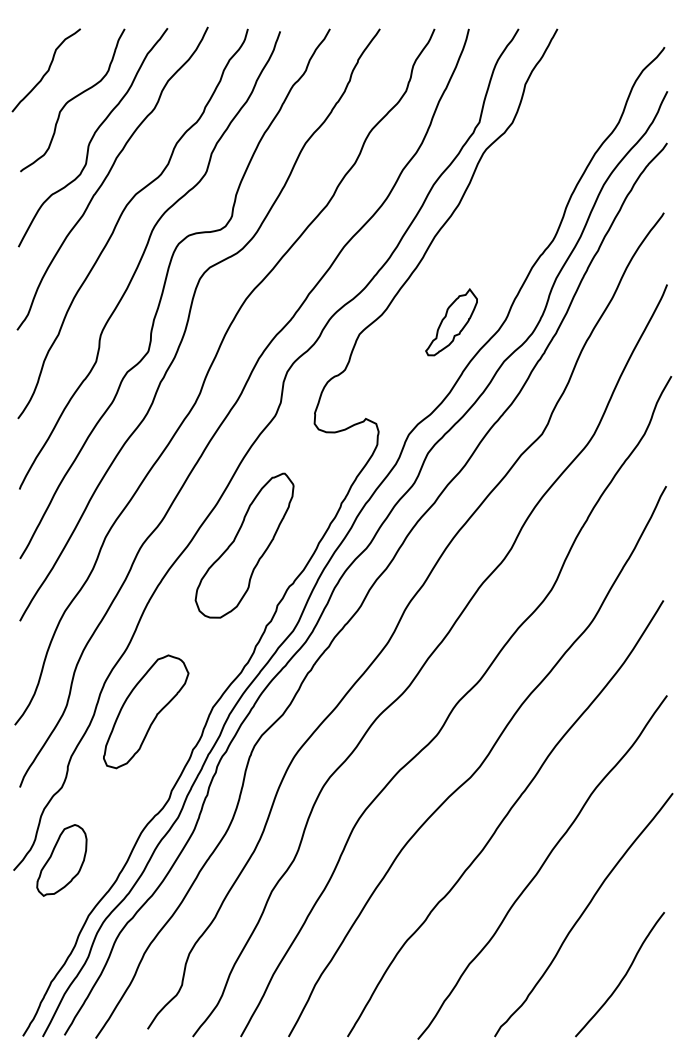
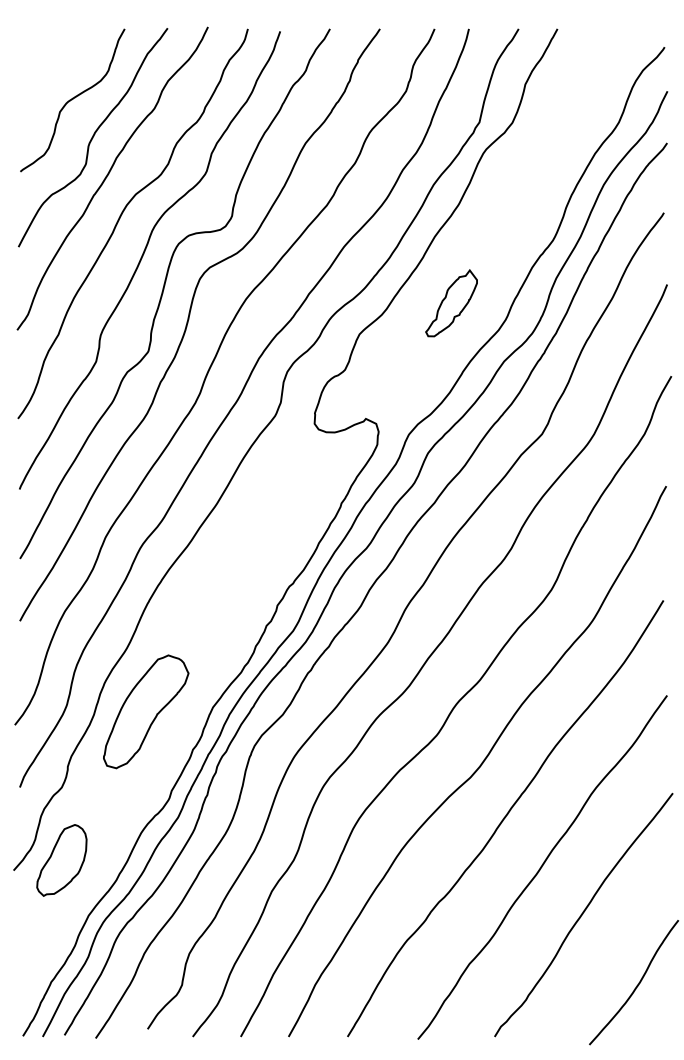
curve at (46, 71): present -> none
part at (451, 322) position: (451, 322) -> (451, 303)
part at (244, 545): present -> none
curve at (623, 976) position: (623, 976) -> (637, 984)
